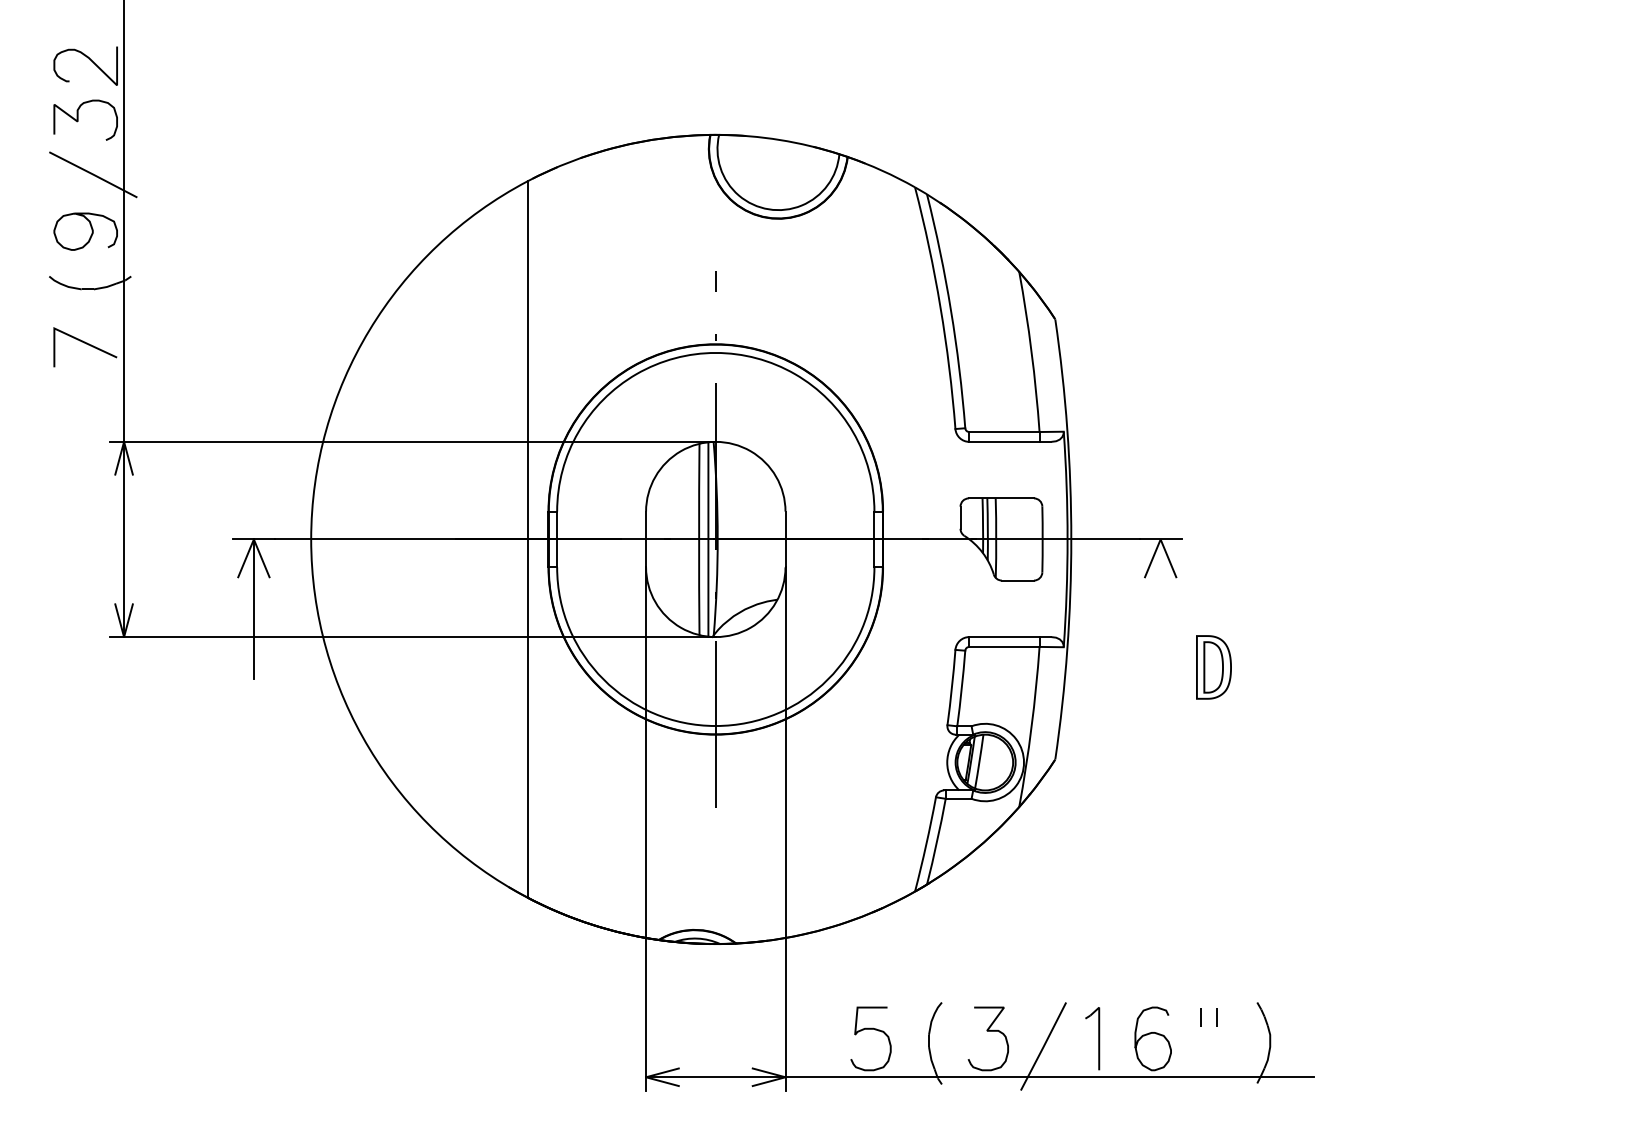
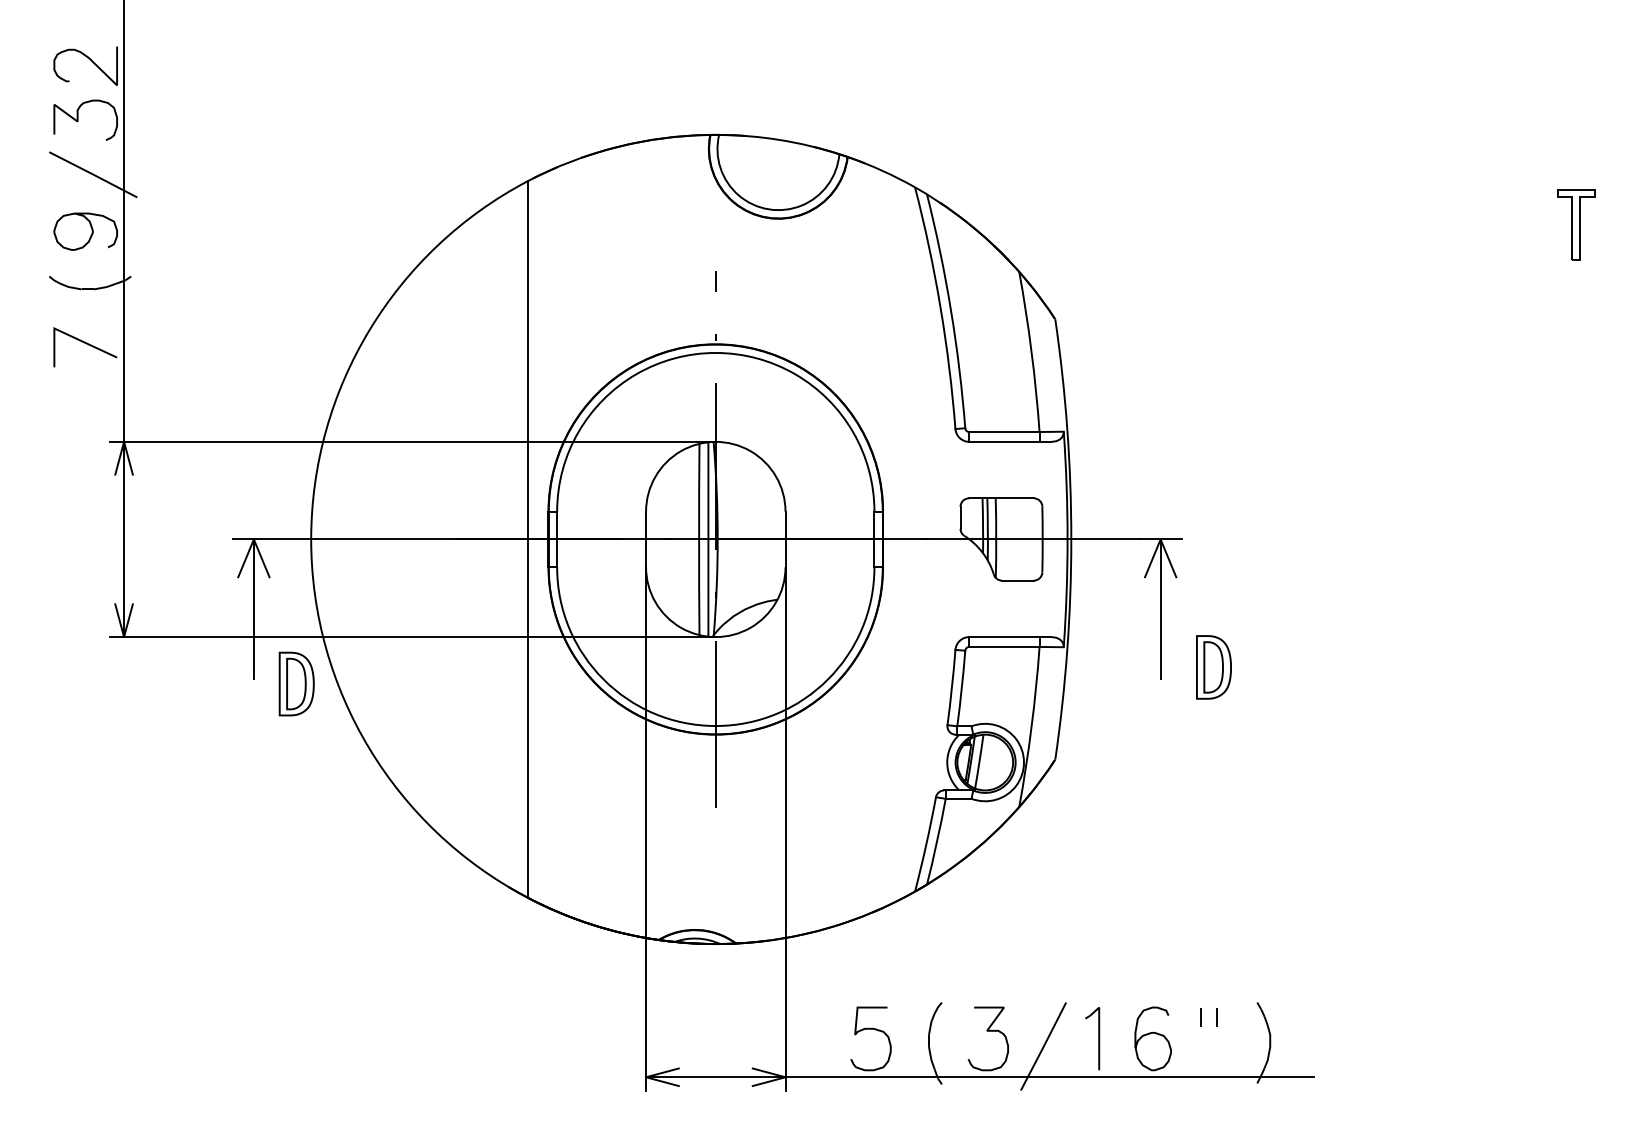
part at (1576, 224): none -> present
line at (1160, 608): none -> present
part at (296, 683): none -> present
